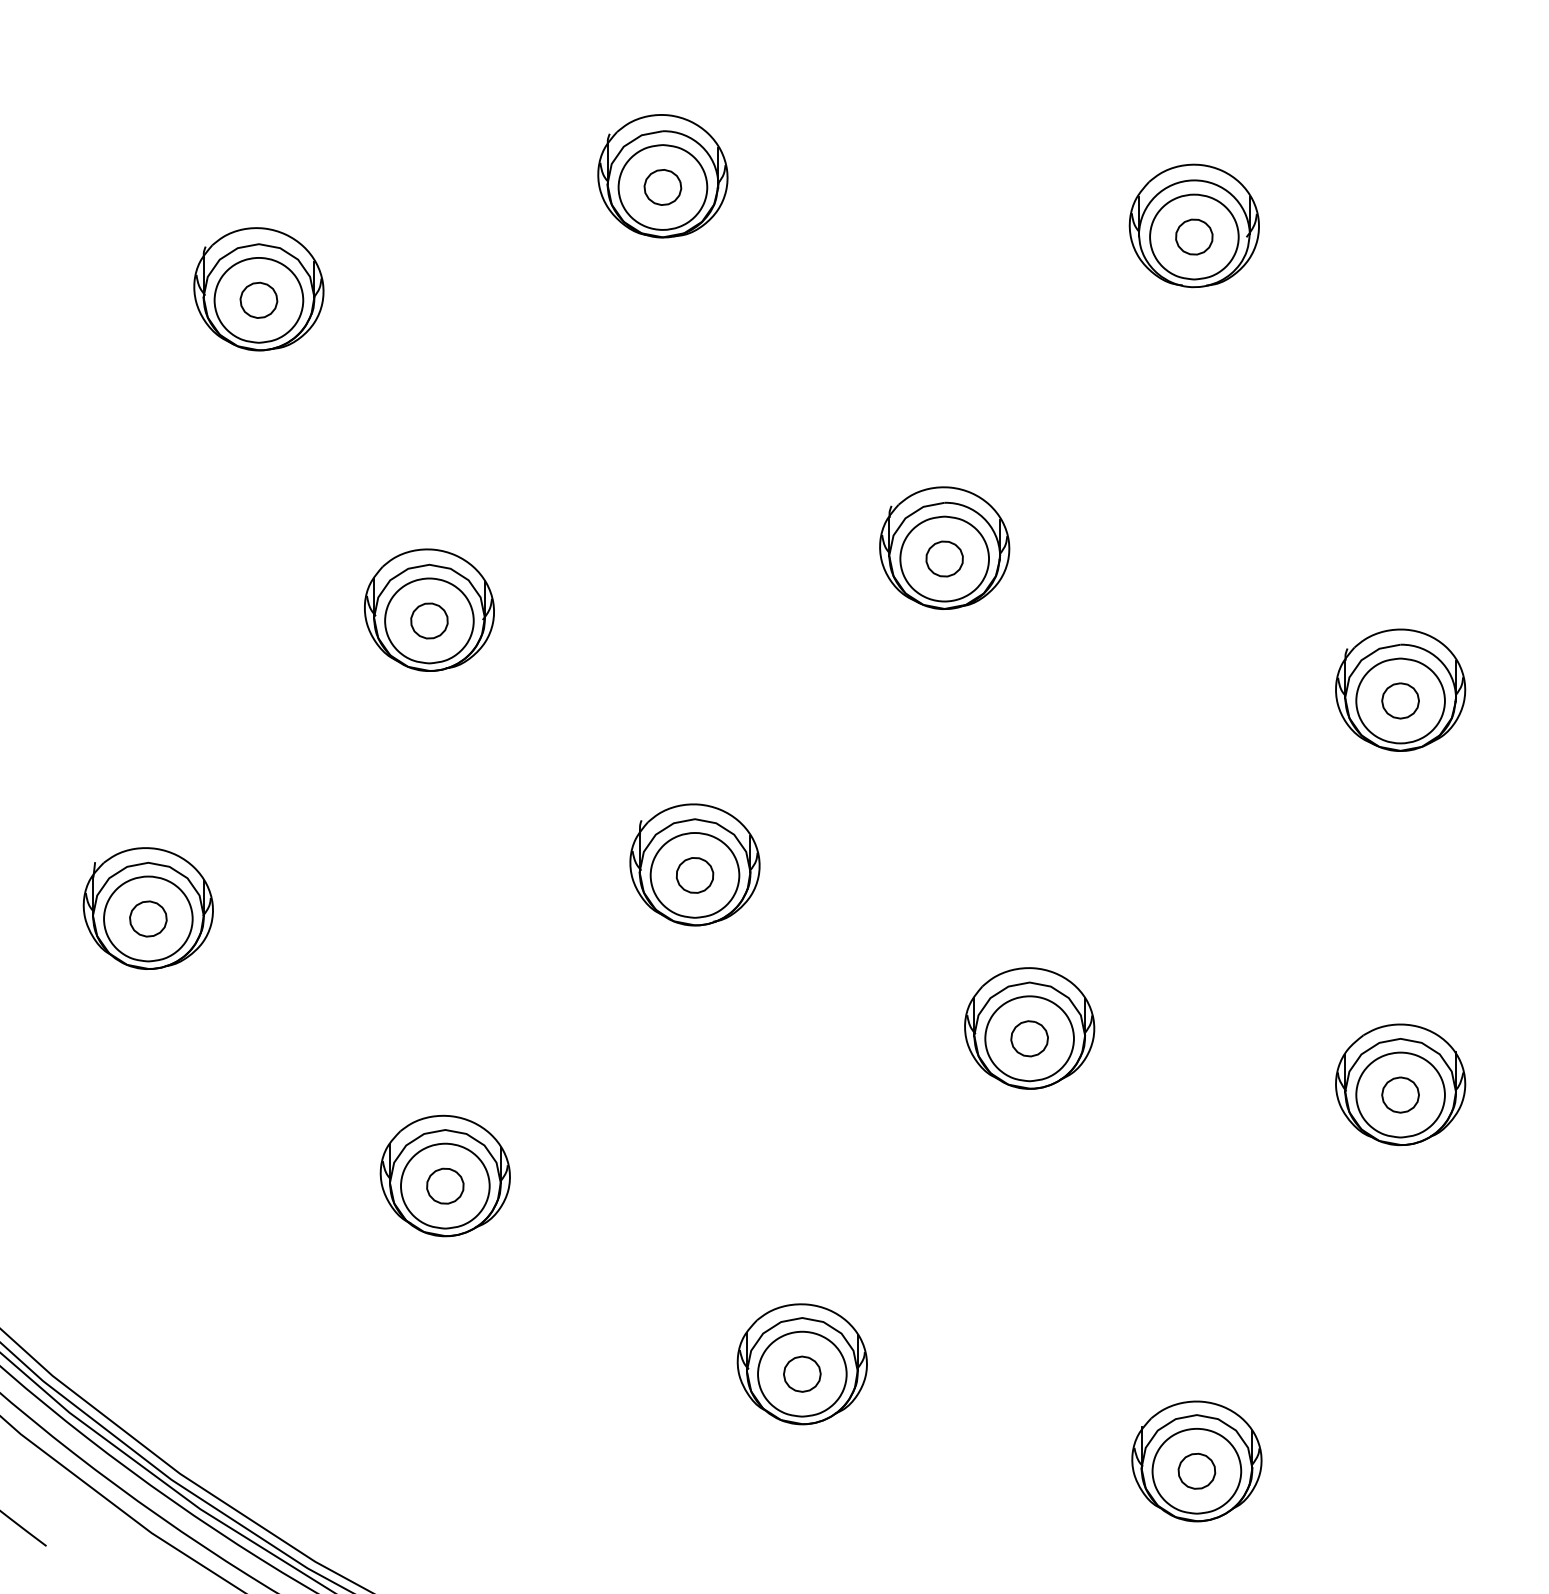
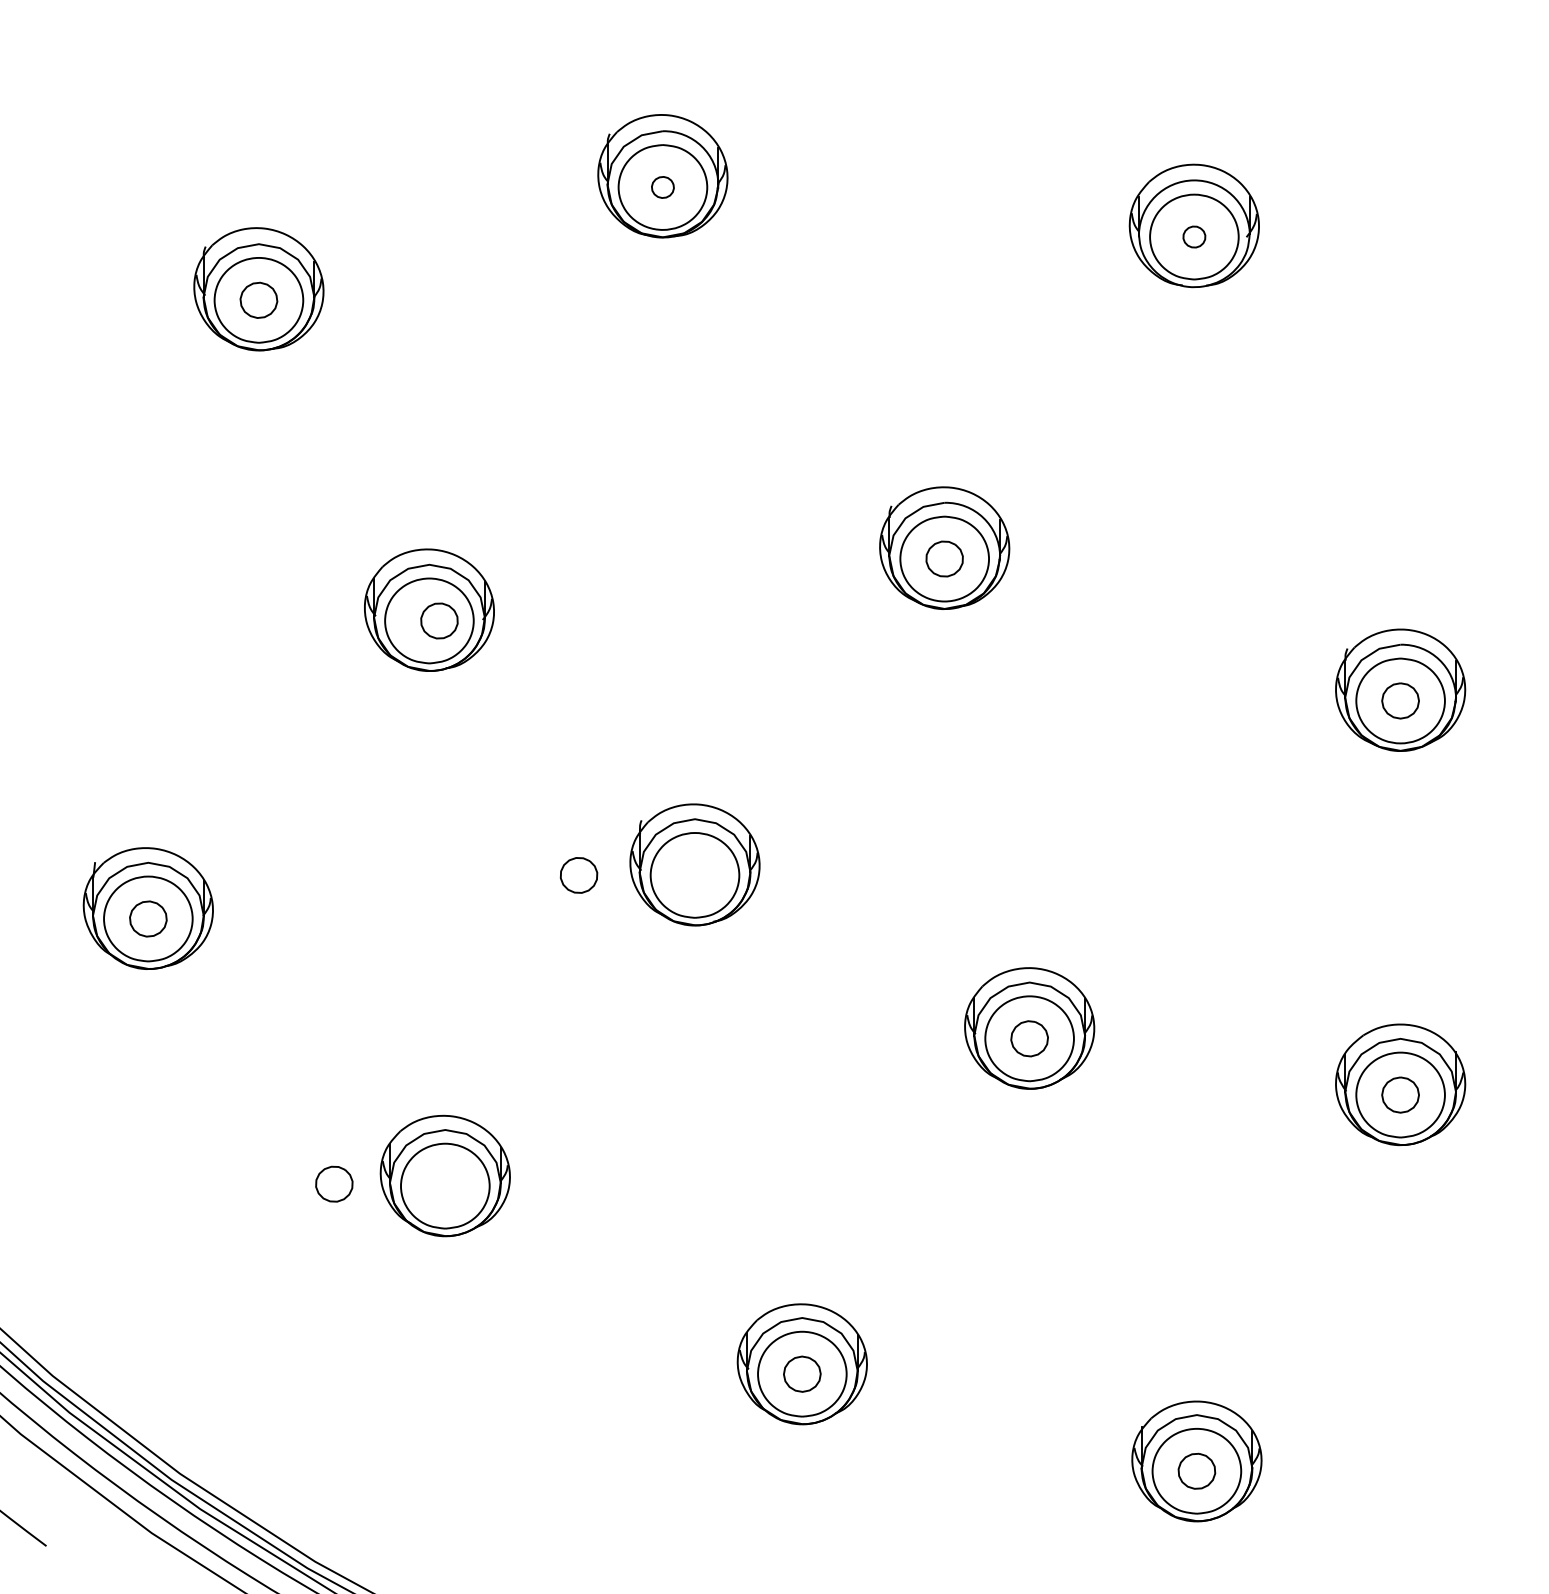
part at (662, 187) size: 40x37 px -> 24x23 px
part at (1194, 236) size: 39x38 px -> 25x24 px
part at (429, 620) position: (429, 620) -> (439, 620)
part at (694, 875) position: (694, 875) -> (578, 875)
part at (445, 1185) position: (445, 1185) -> (334, 1183)
